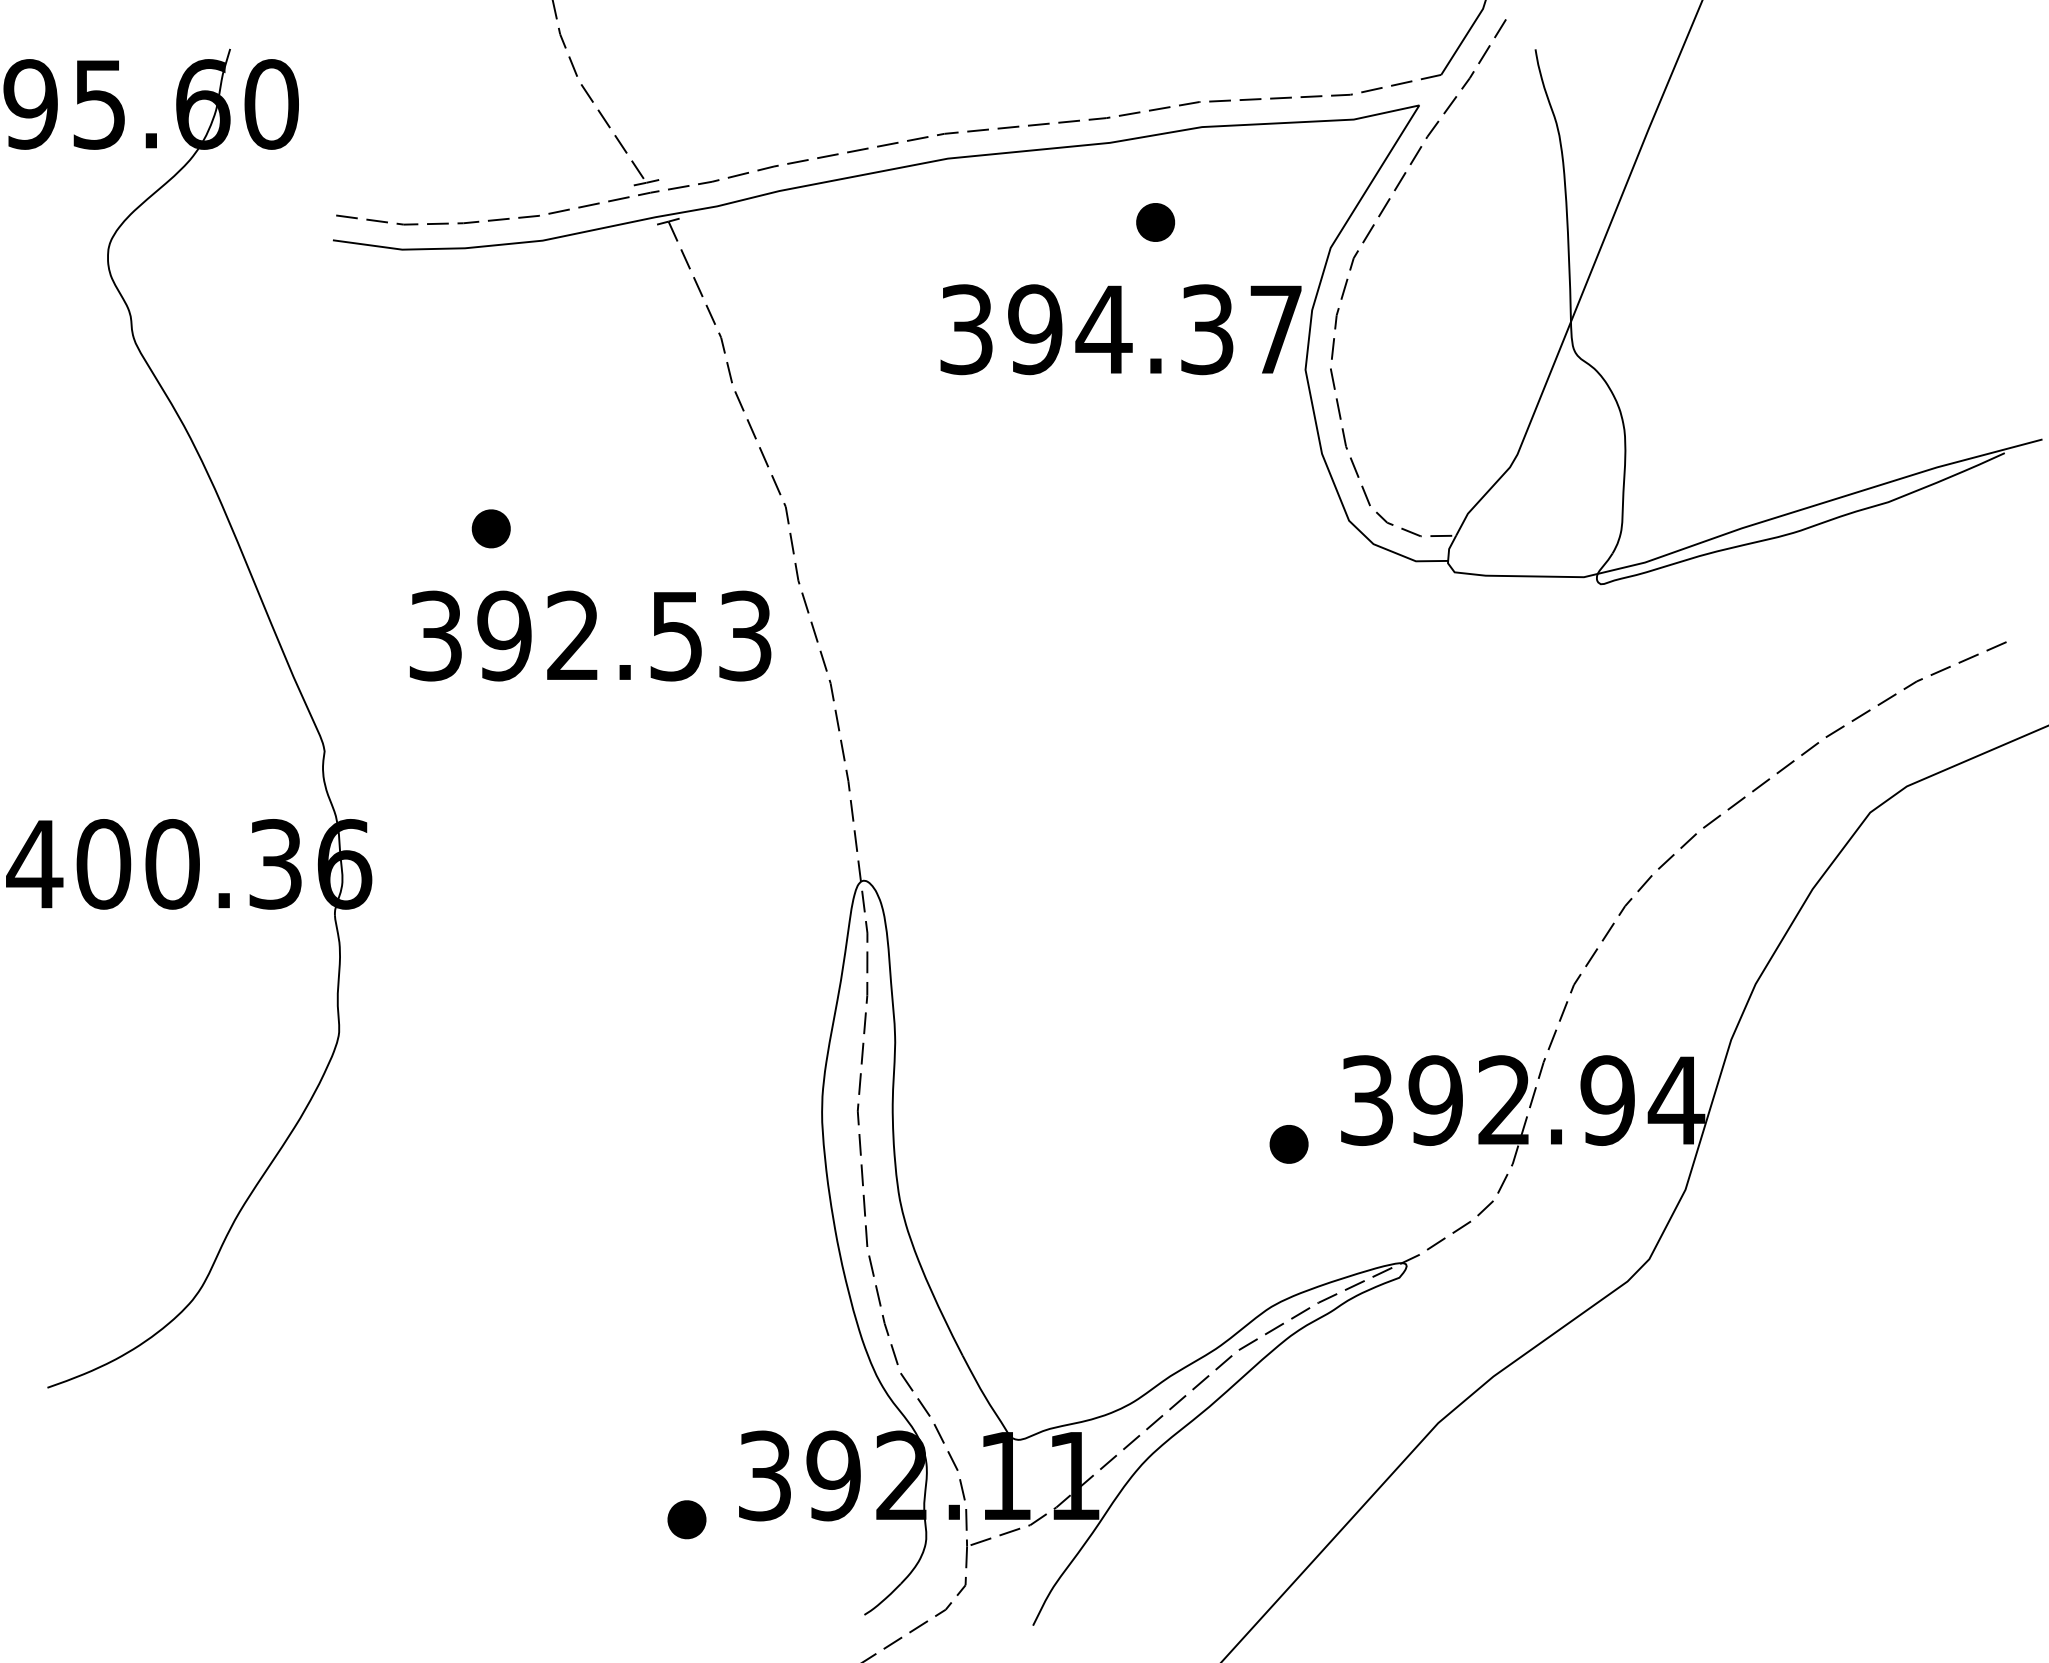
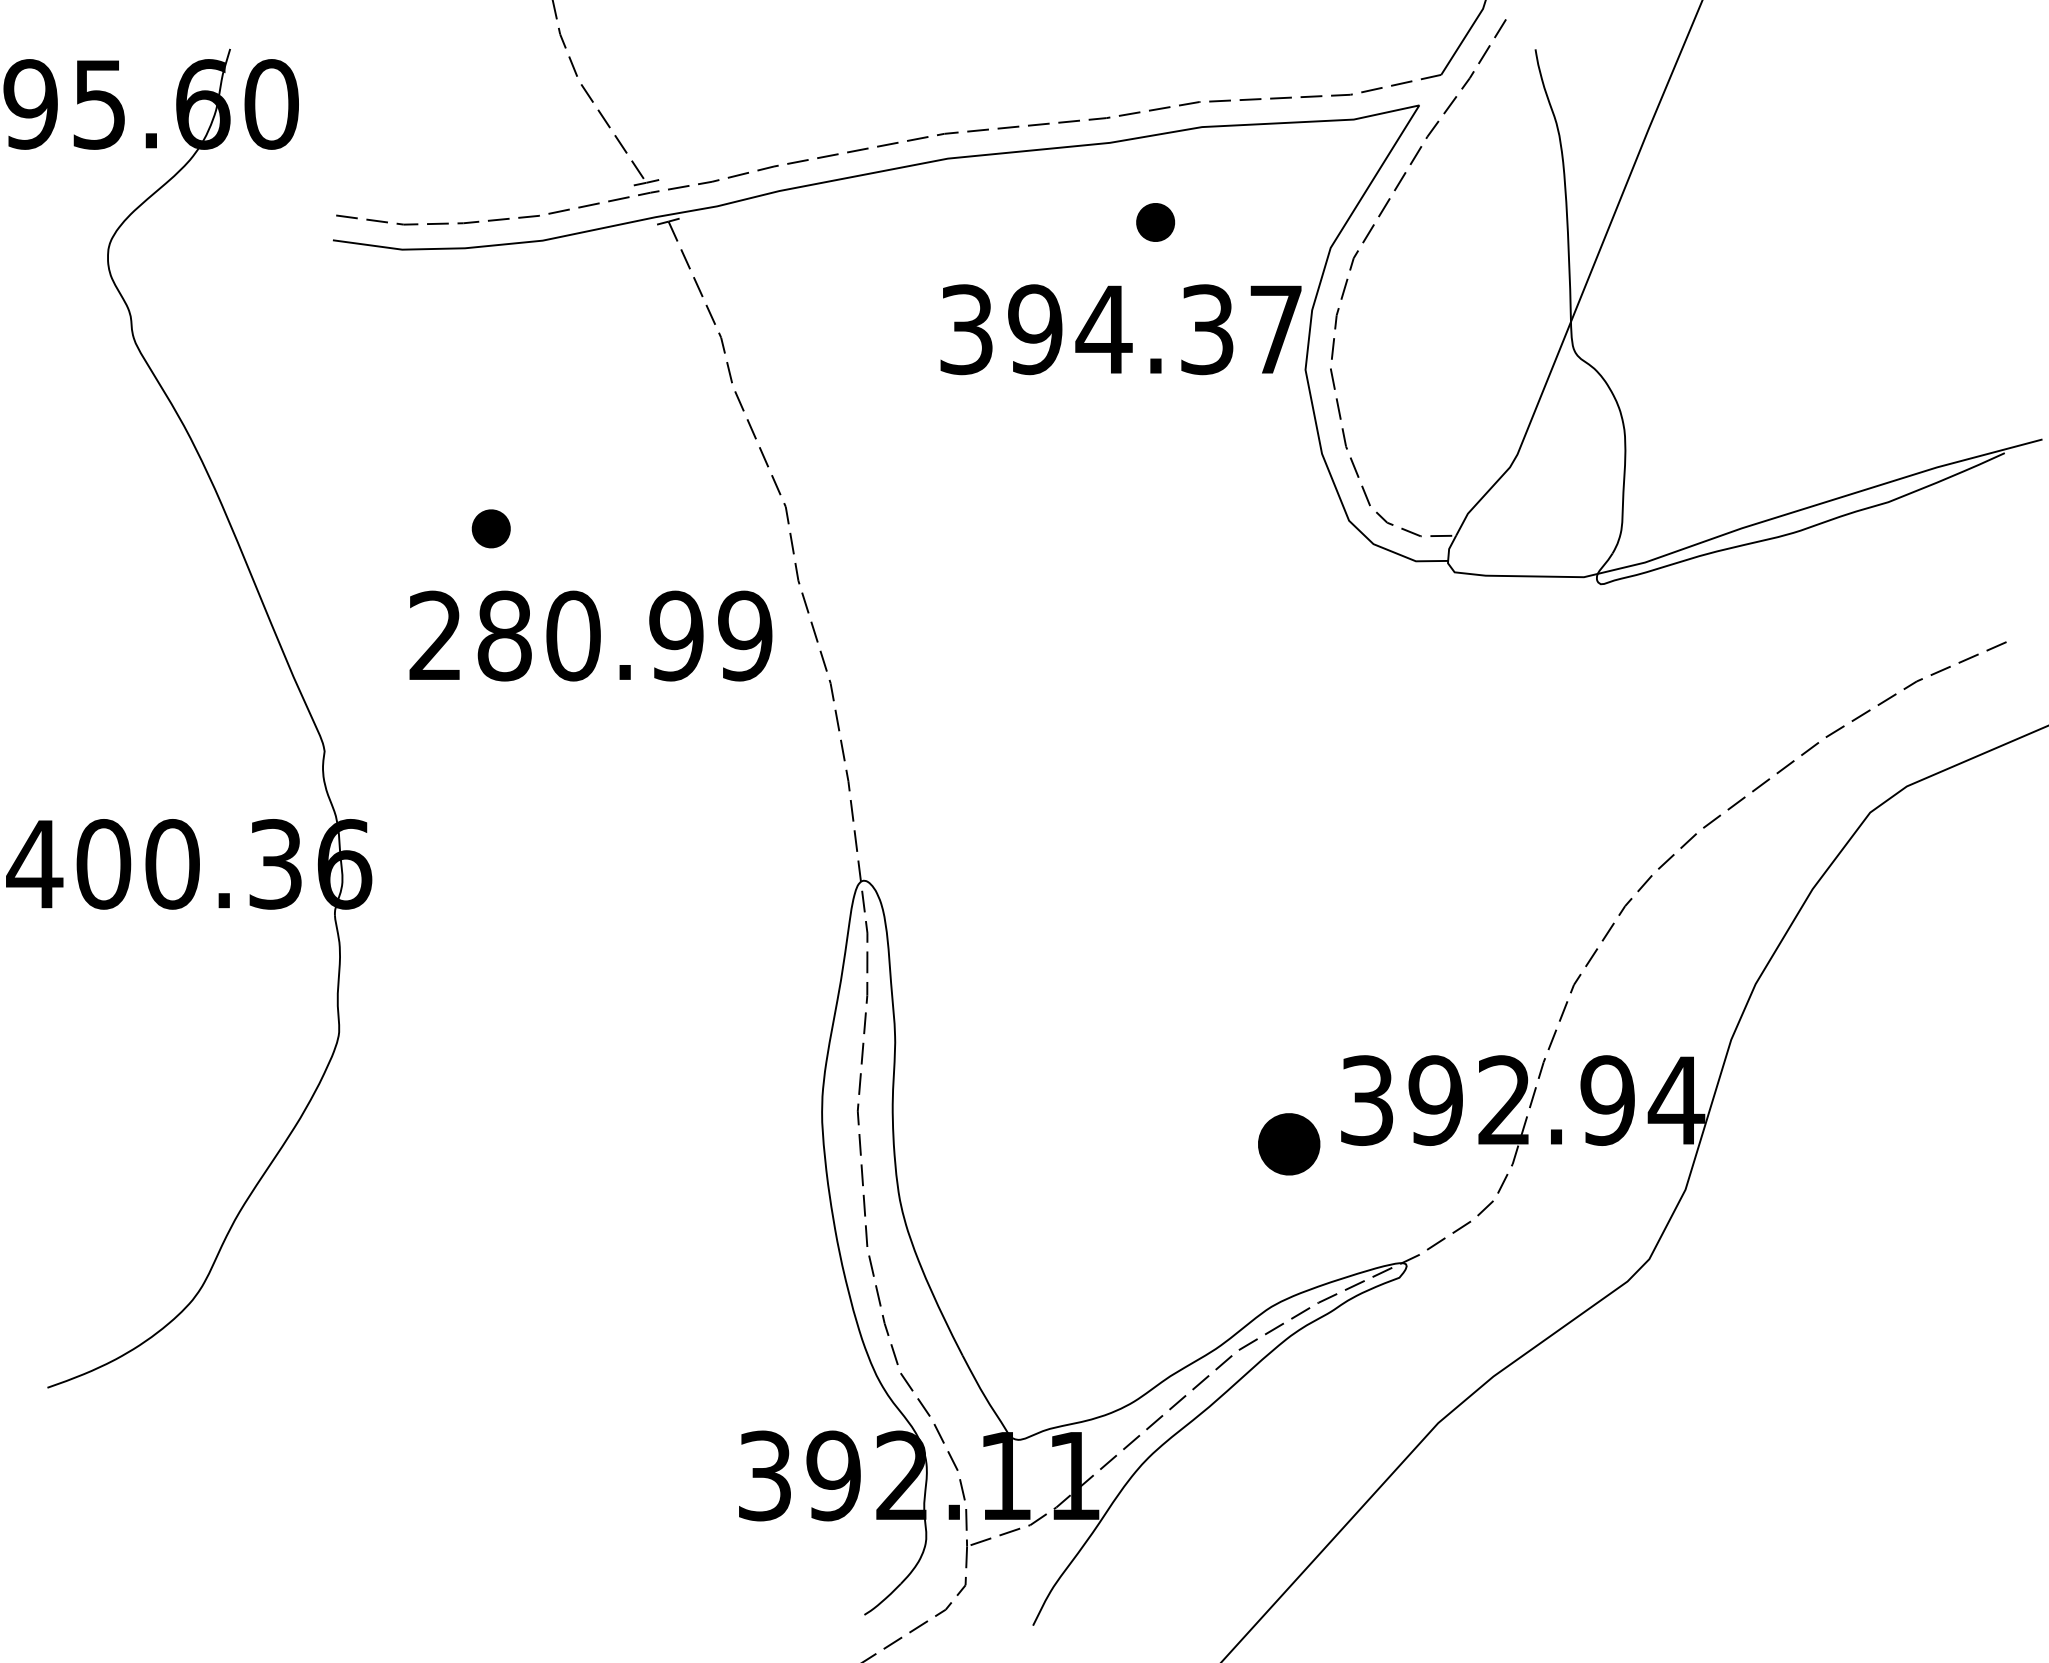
text at (590, 635): 392.53 -> 280.99
part at (1288, 1144) size: 40x39 px -> 63x63 px
part at (686, 1519): present -> none
